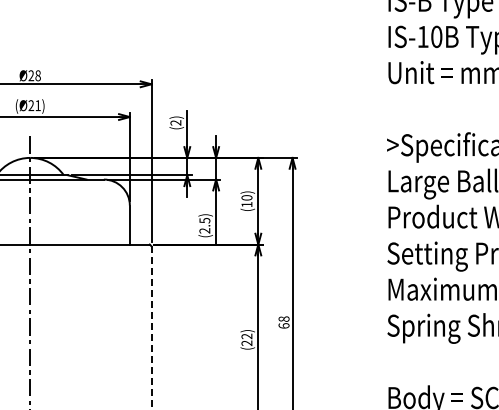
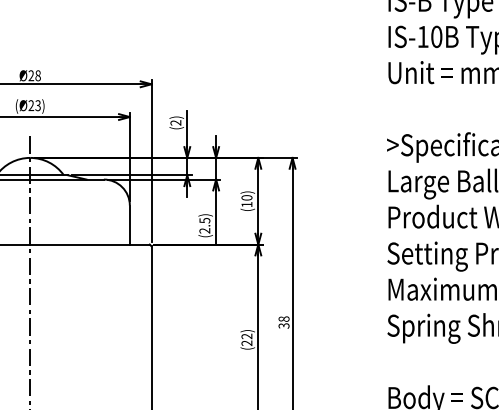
text at (37, 105): (Ø21) -> (Ø23)
text at (283, 325): 68 -> 38
line at (151, 327): dashed -> solid
